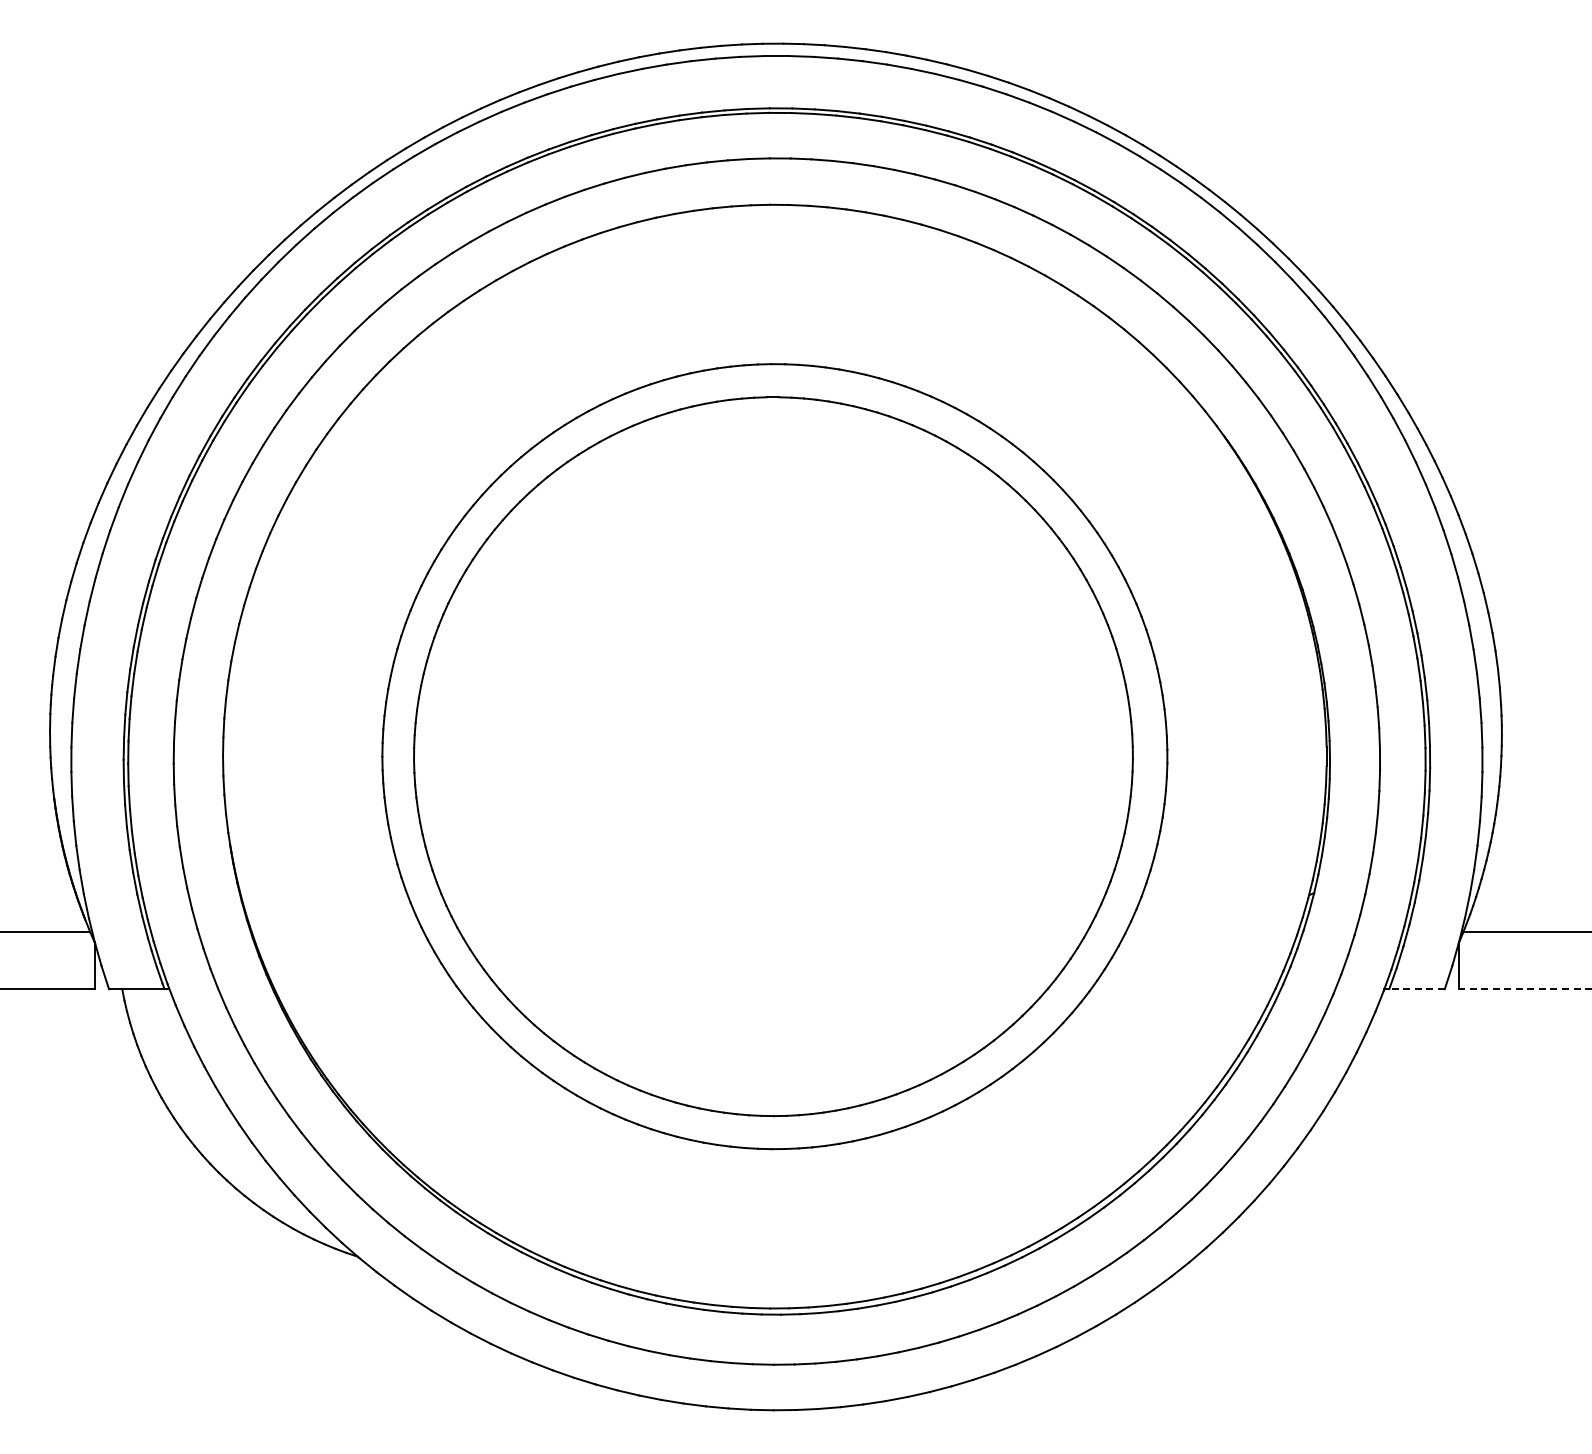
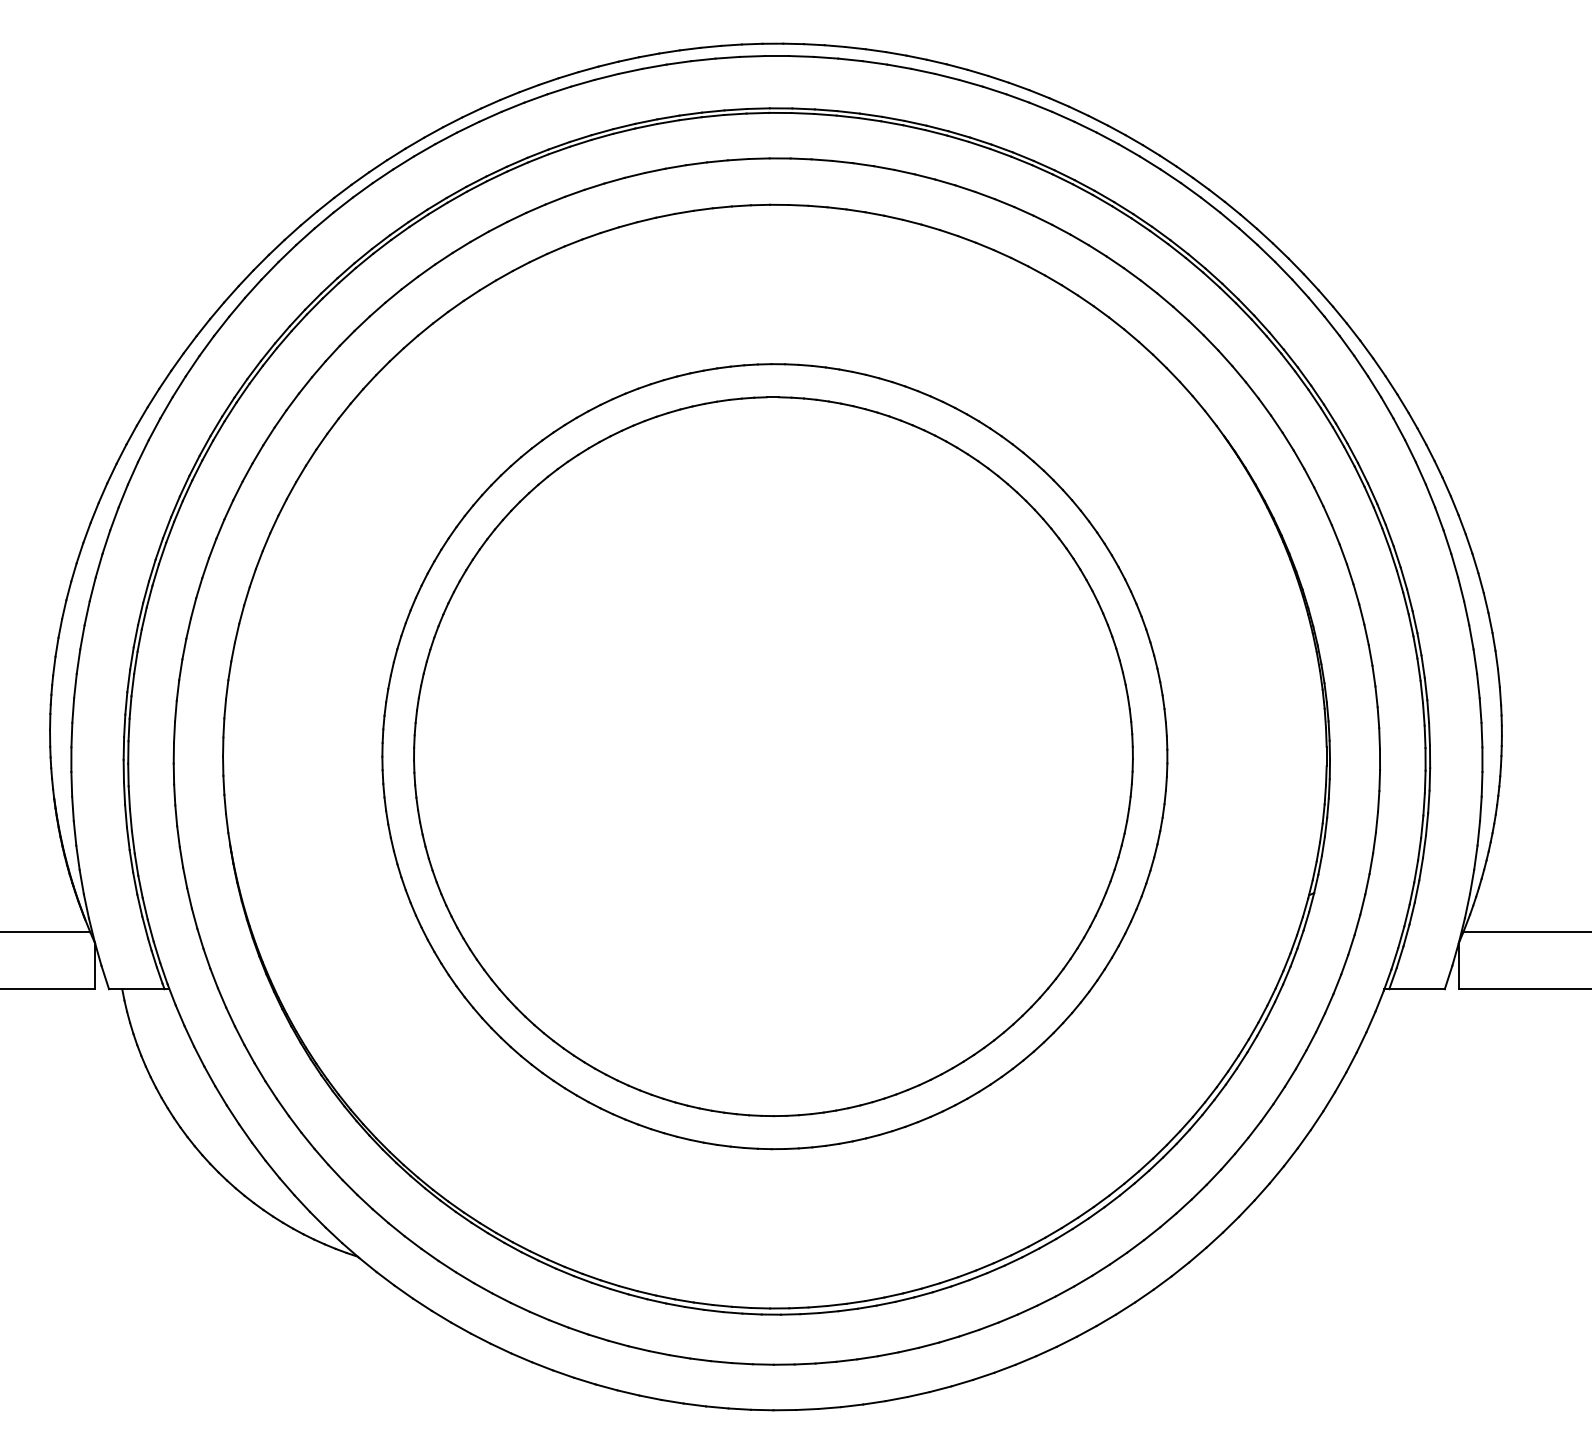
line at (1417, 989): dashed -> solid
line at (1524, 989): dashed -> solid
